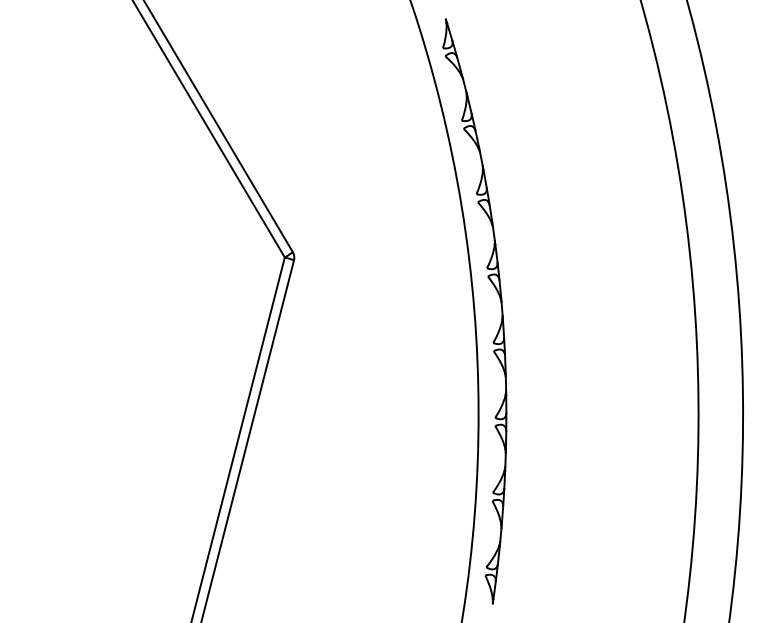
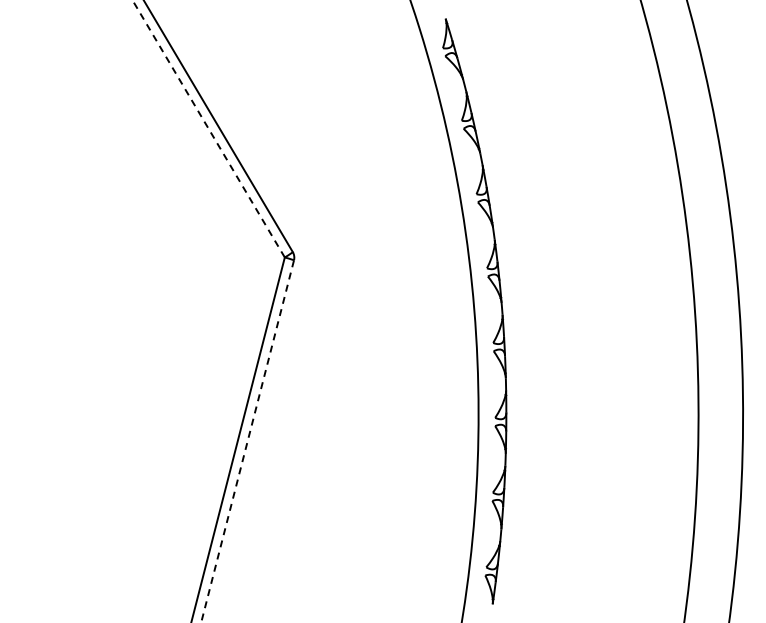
line at (208, 128): solid -> dashed
line at (247, 441): solid -> dashed
